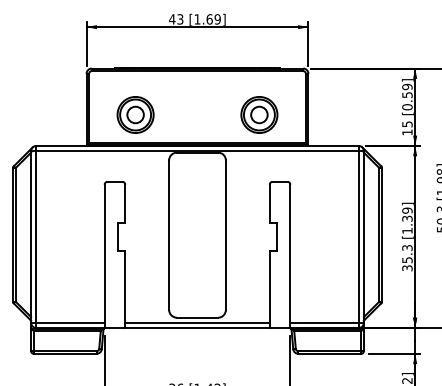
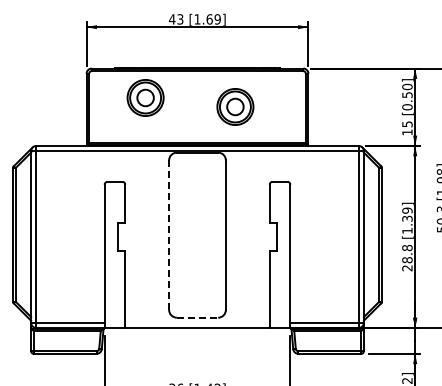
text at (407, 87): [0.59] -> [0.50]
part at (135, 114) position: (135, 114) -> (145, 97)
part at (259, 114) position: (259, 114) -> (235, 106)
line at (169, 235): solid -> dashed
text at (407, 257): 35.3 -> 28.8
line at (197, 317): solid -> dashed
line at (197, 322): present -> none
